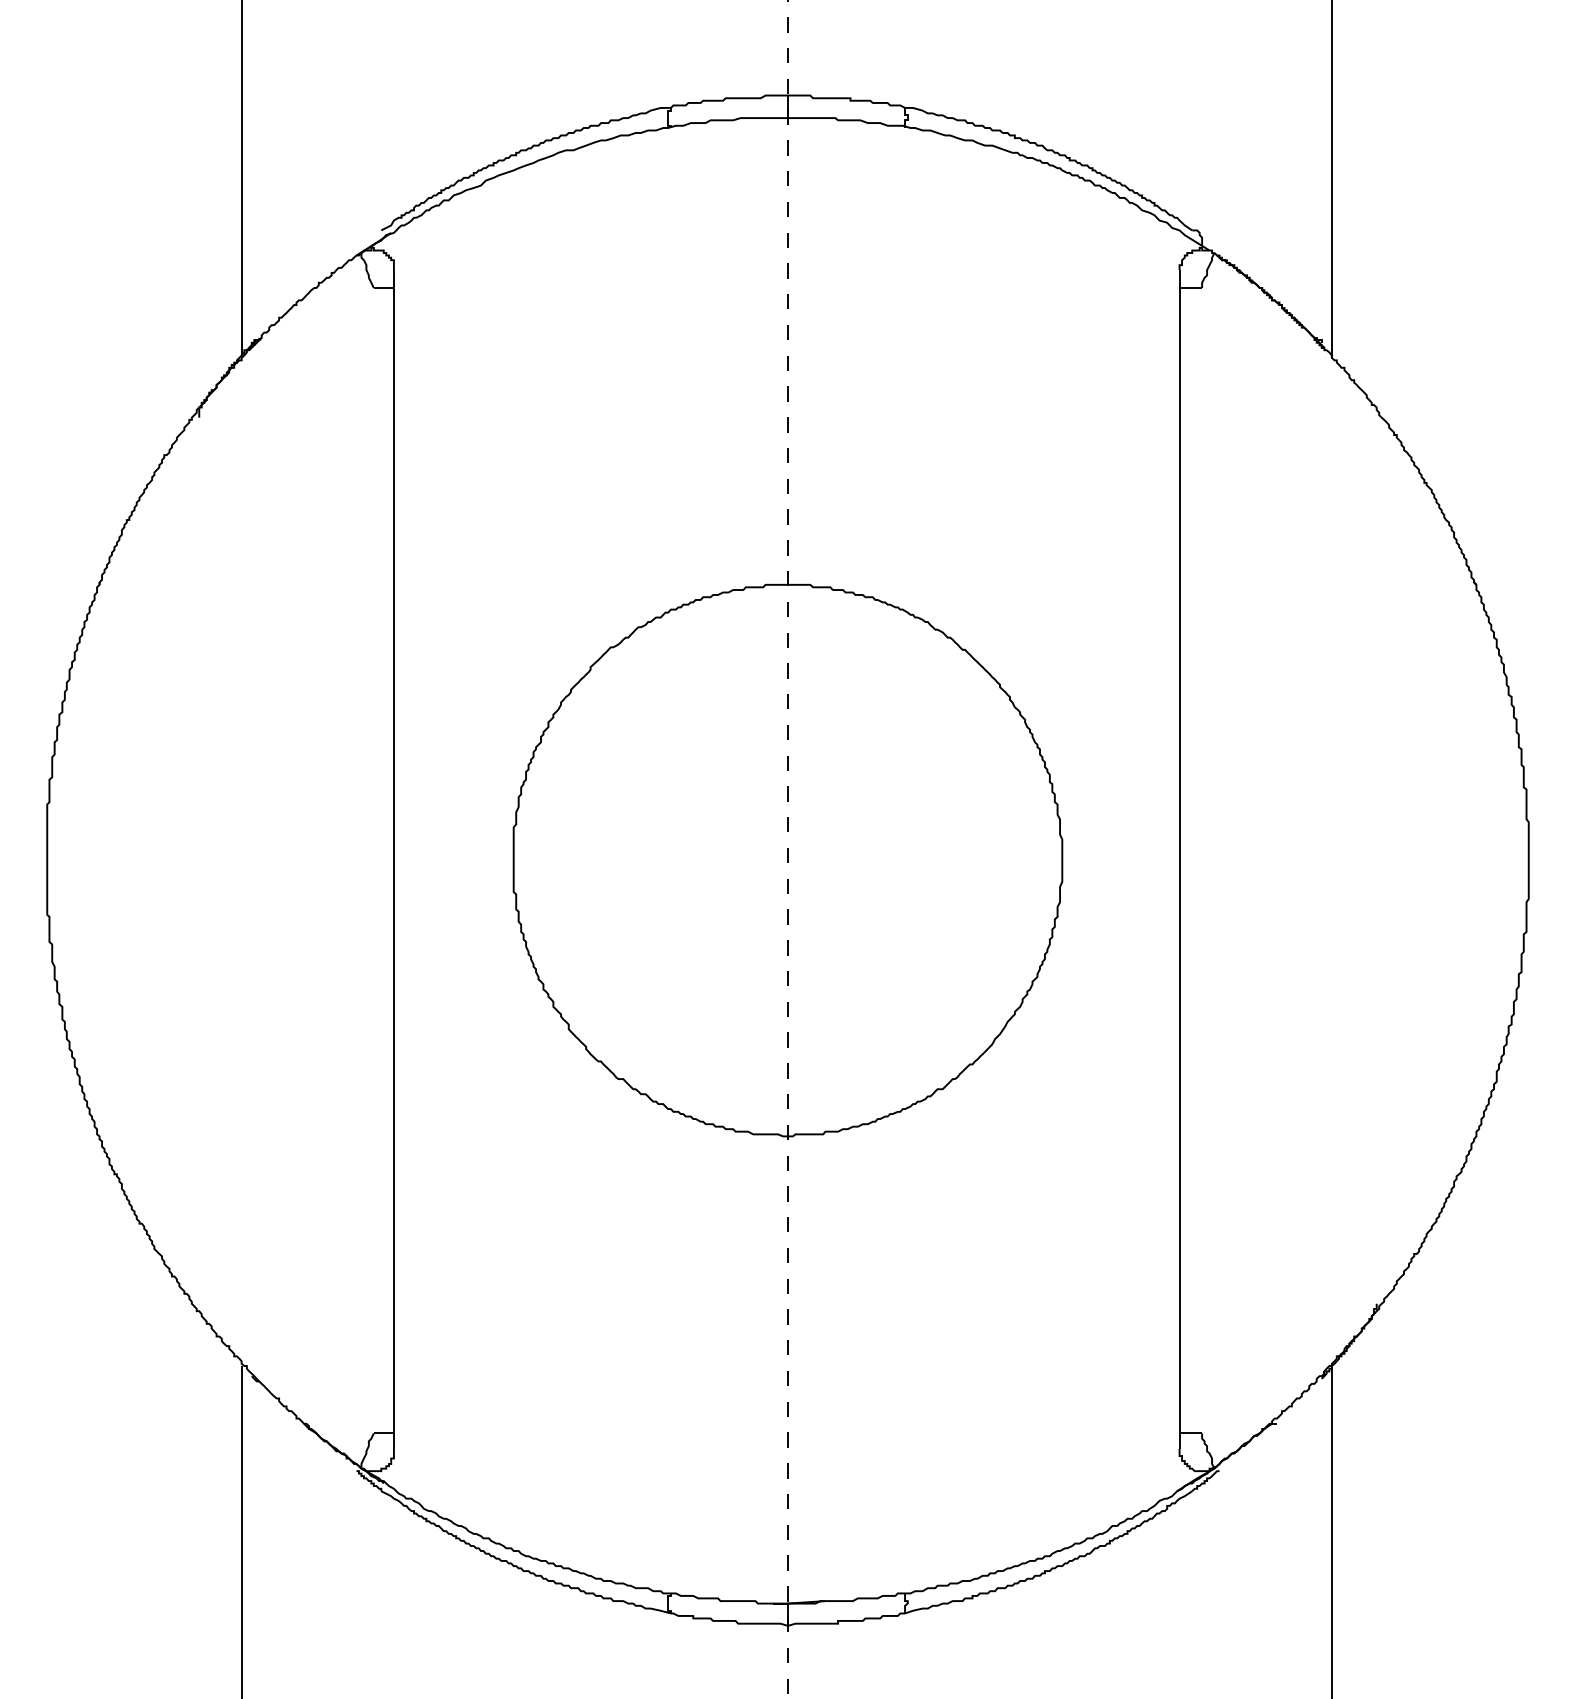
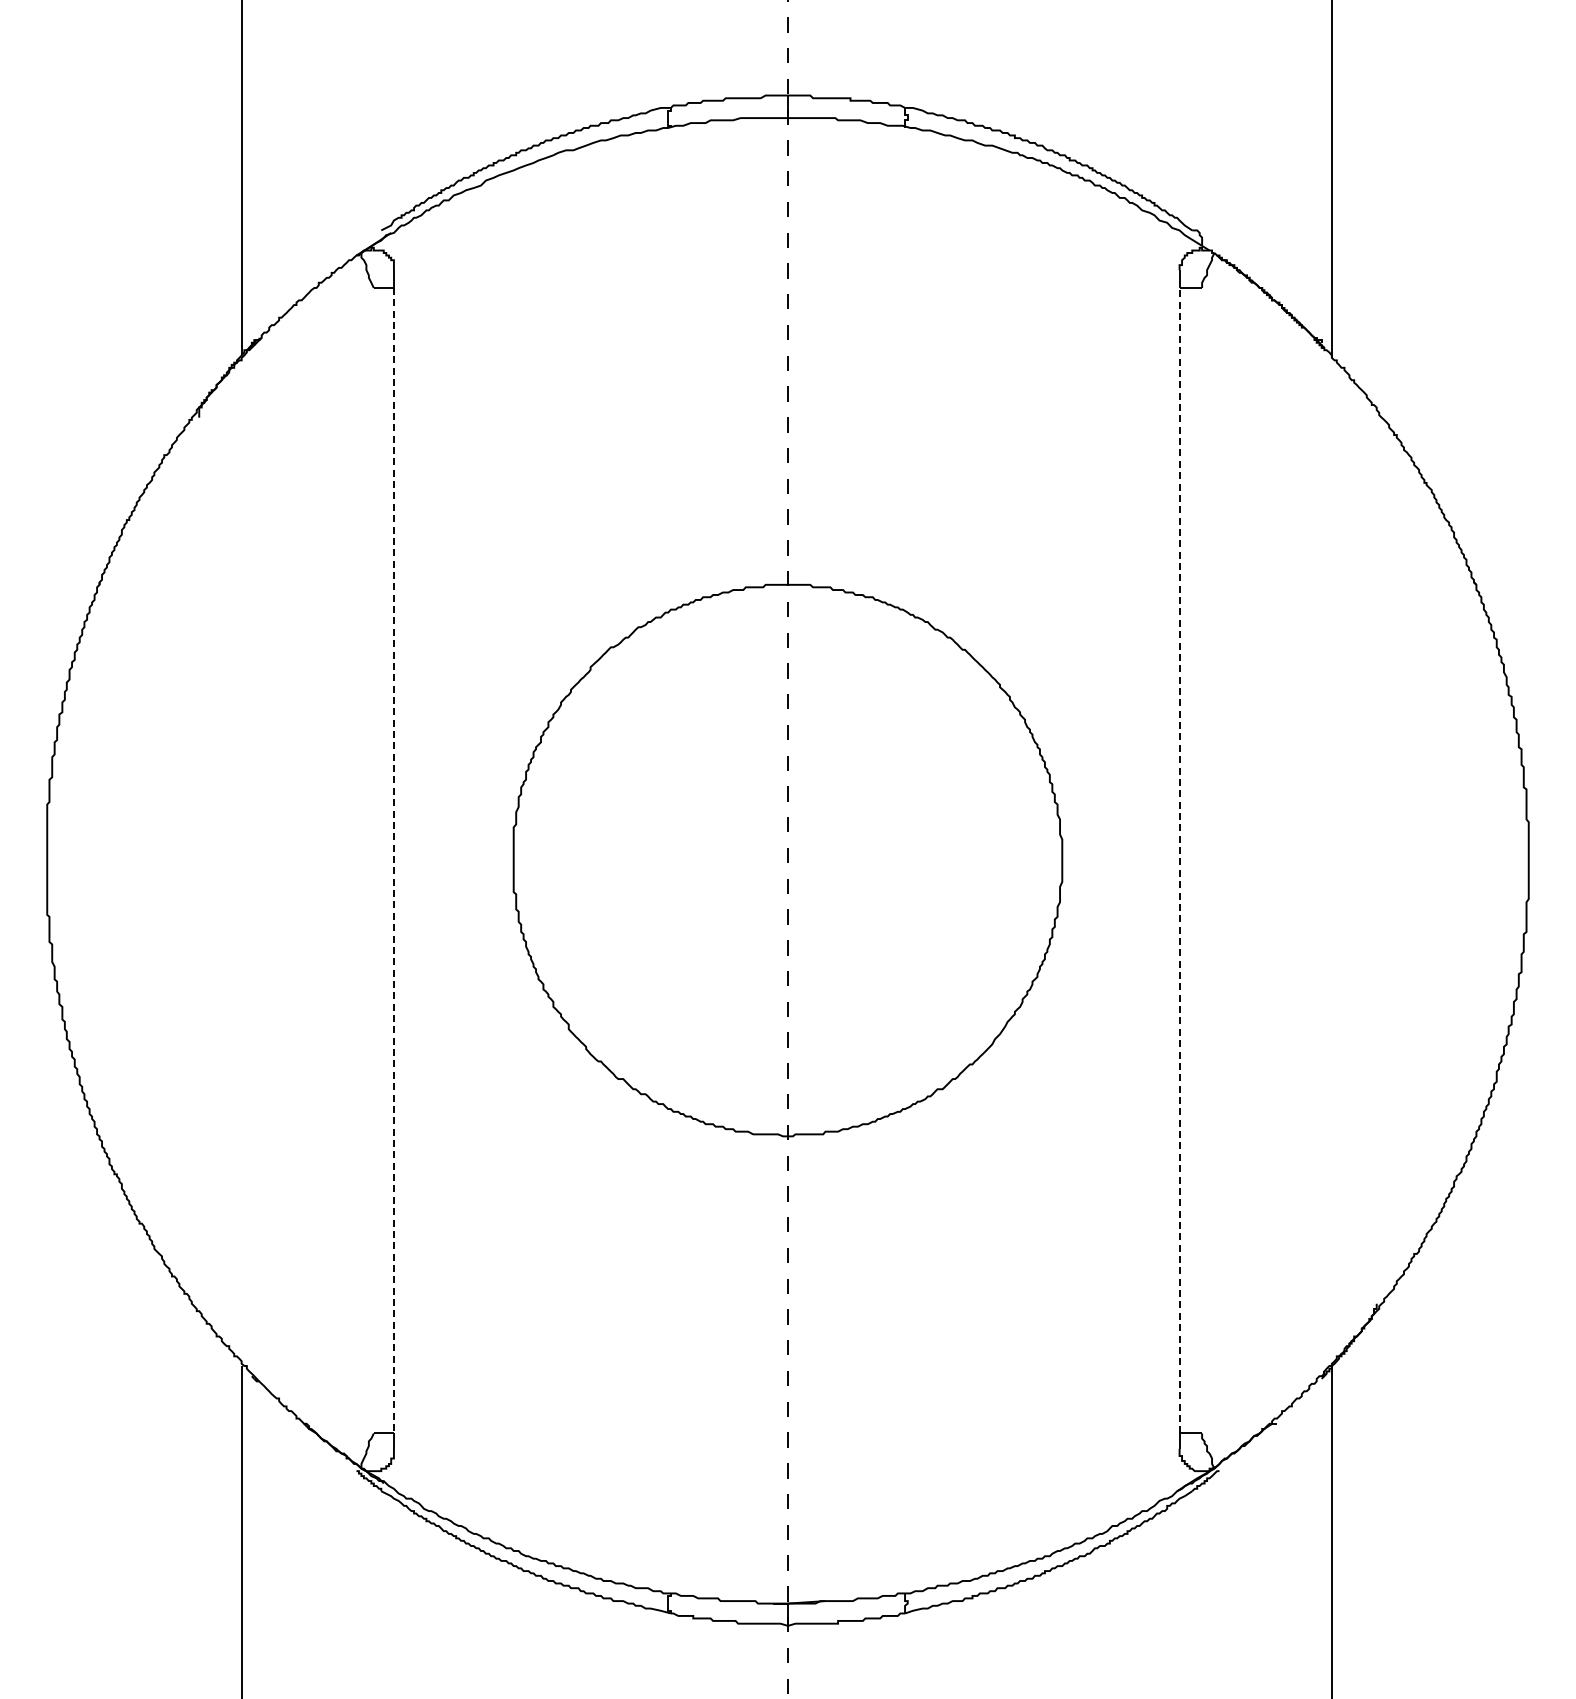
line at (393, 860): solid -> dashed
line at (1179, 860): solid -> dashed
